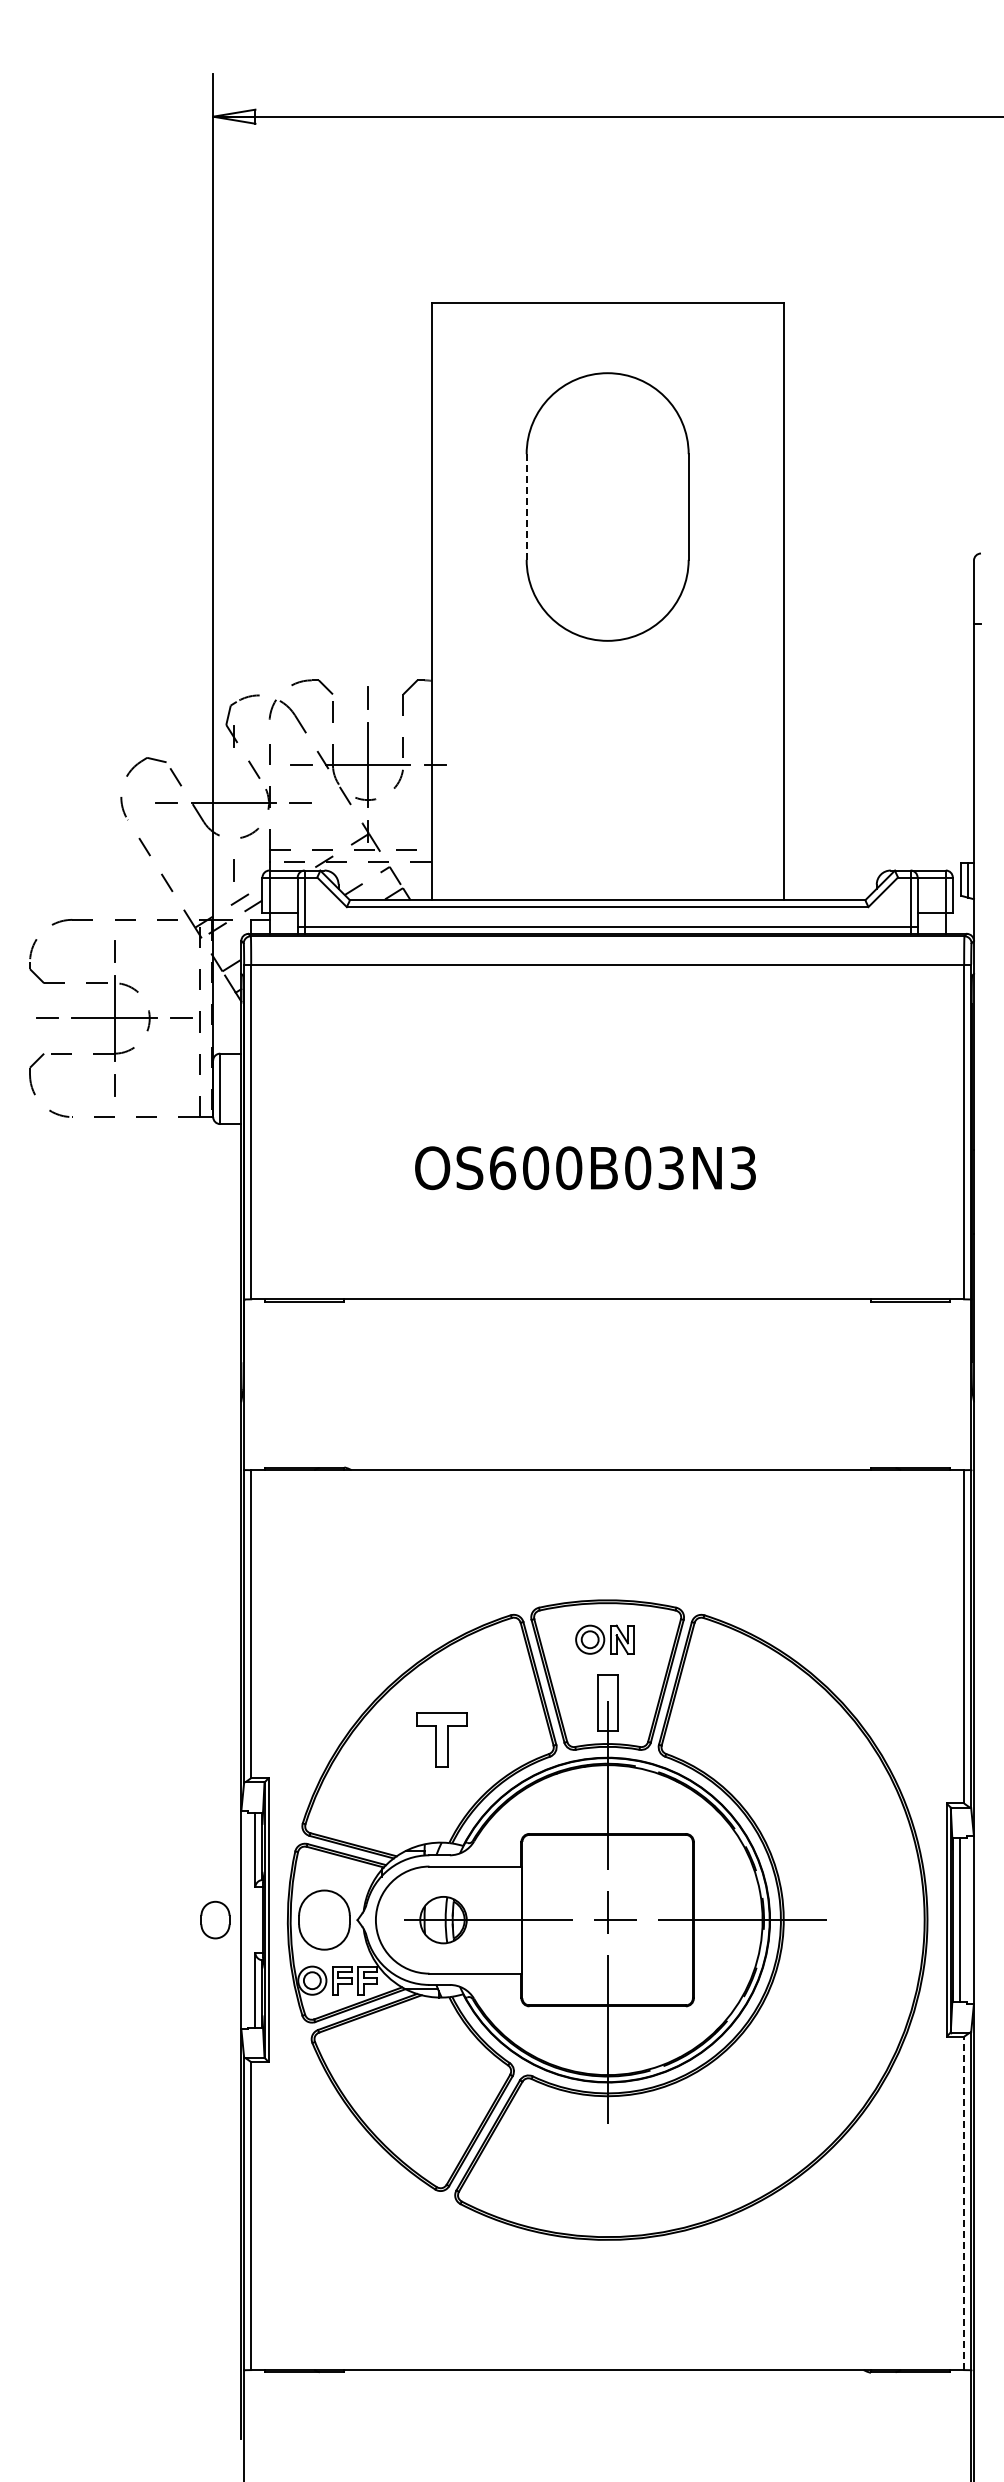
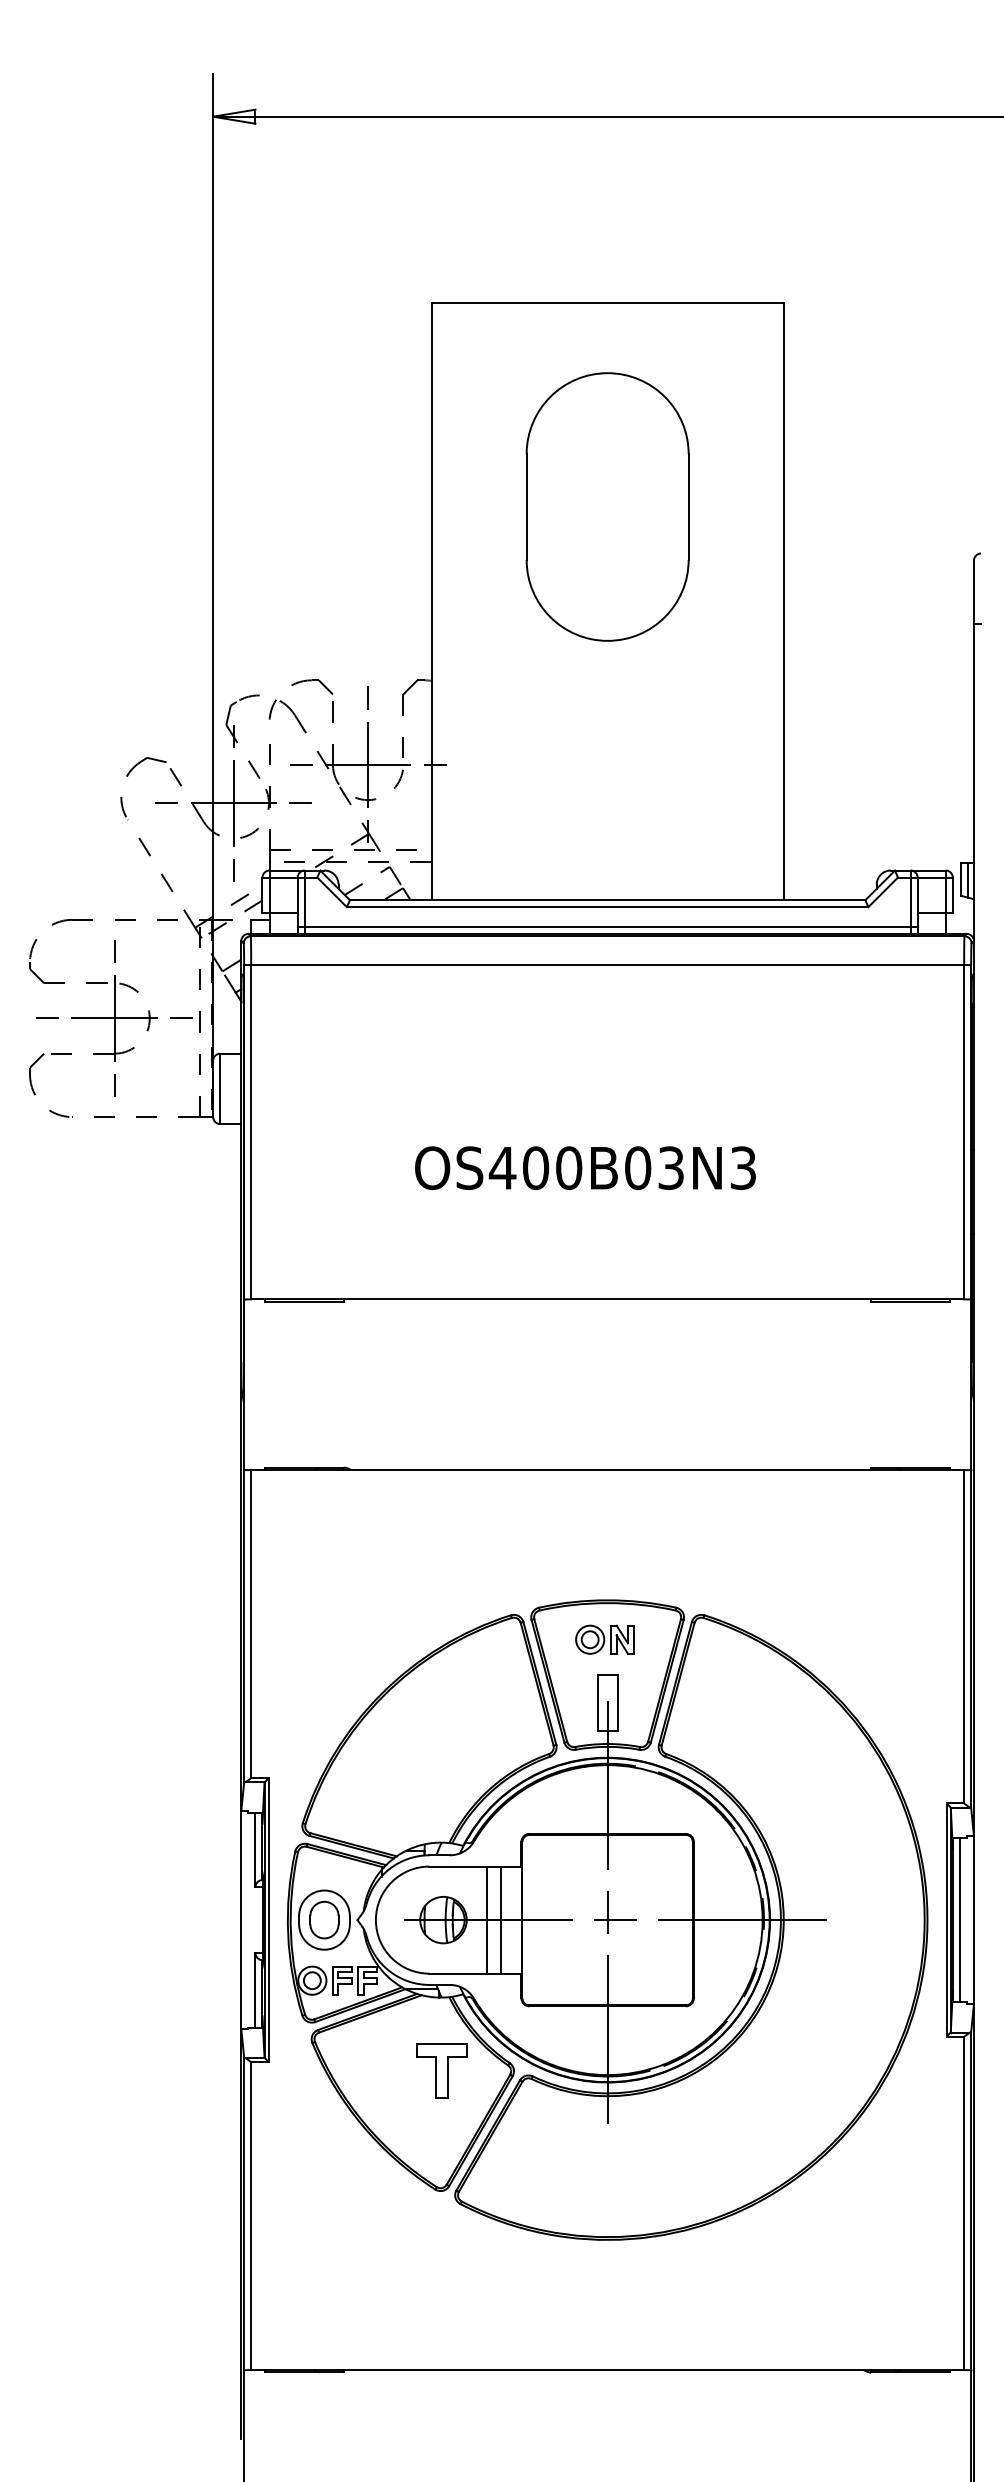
line at (526, 507): dashed -> solid
line at (233, 803): none -> present
text at (502, 1168): OS600B03N3 -> OS400B03N3
part at (441, 1739) position: (441, 1739) -> (441, 2070)
part at (215, 1919) position: (215, 1919) -> (324, 1919)
line at (487, 1919): none -> present
line at (501, 1919): none -> present
line at (964, 2203): dashed -> solid
